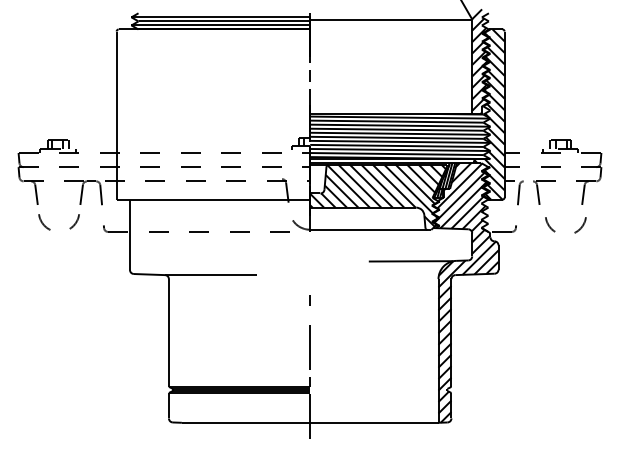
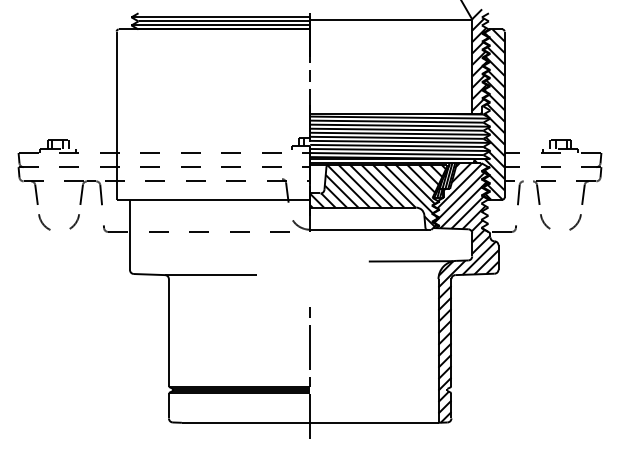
curve at (555, 230) position: (555, 230) -> (550, 227)
curve at (309, 300) position: (309, 300) -> (309, 312)
